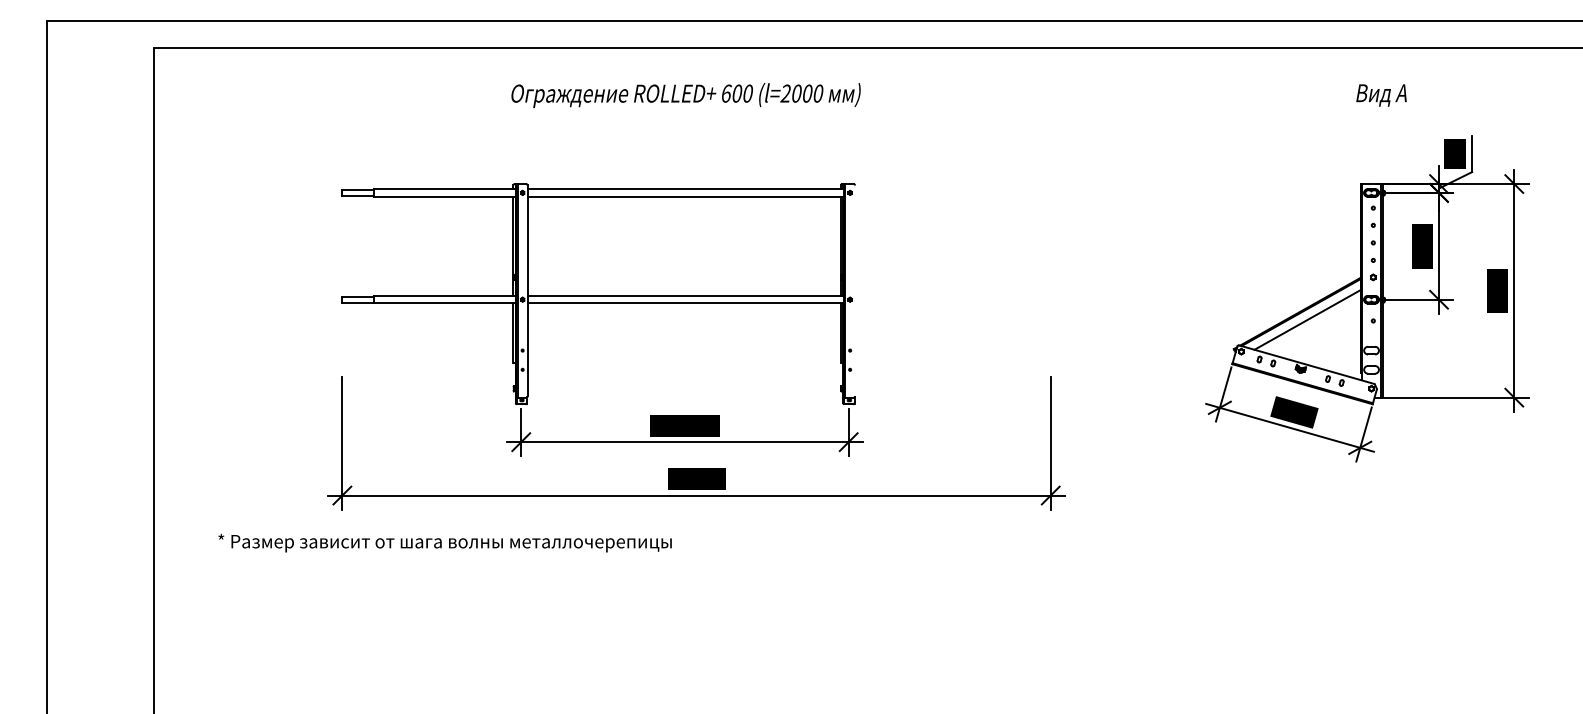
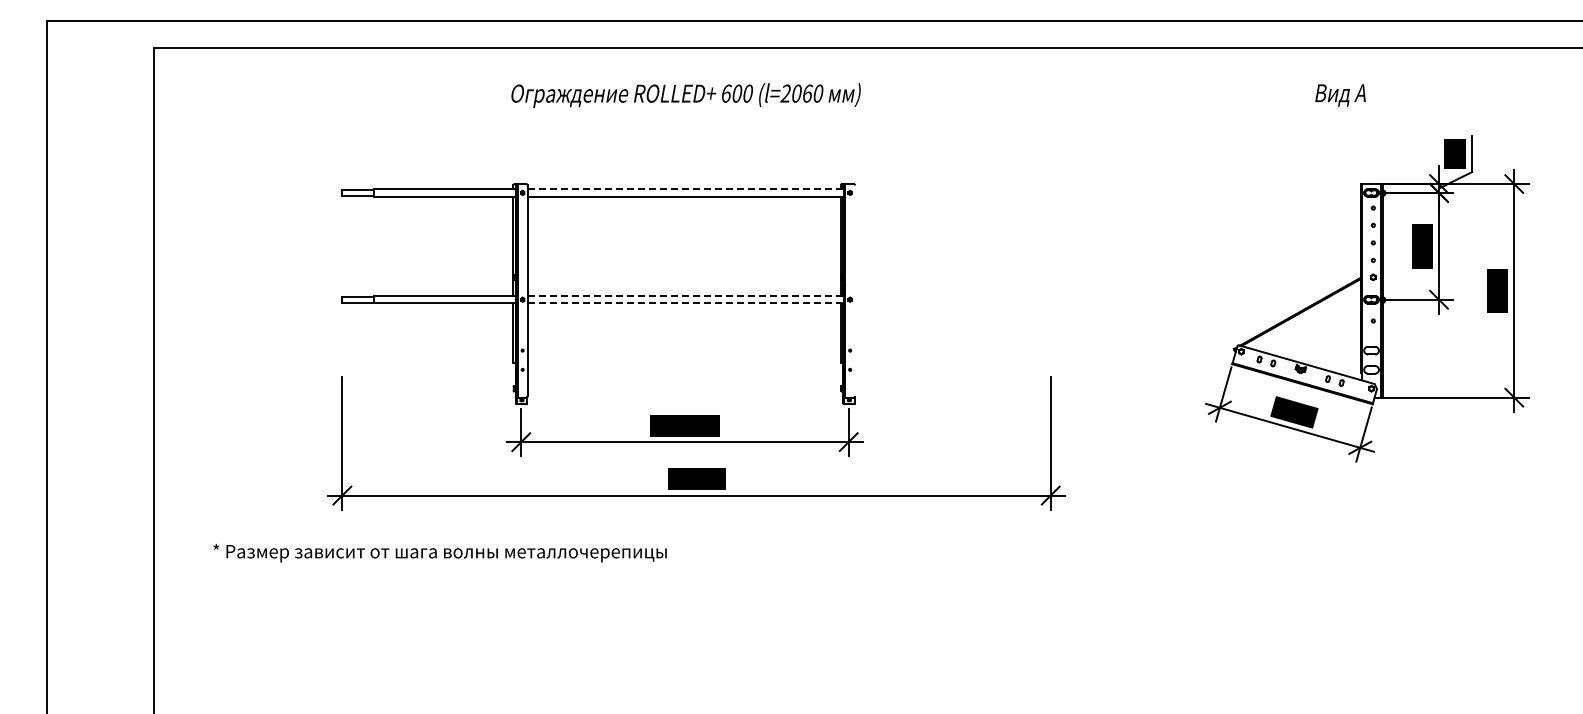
text at (808, 93): (l=2000 -> (l=2060
text at (1381, 95) position: (1381, 95) -> (1340, 95)
line at (686, 189): solid -> dashed
line at (686, 296): solid -> dashed
line at (686, 303): solid -> dashed
line at (1307, 319): present -> none
text at (444, 542) position: (444, 542) -> (439, 552)
